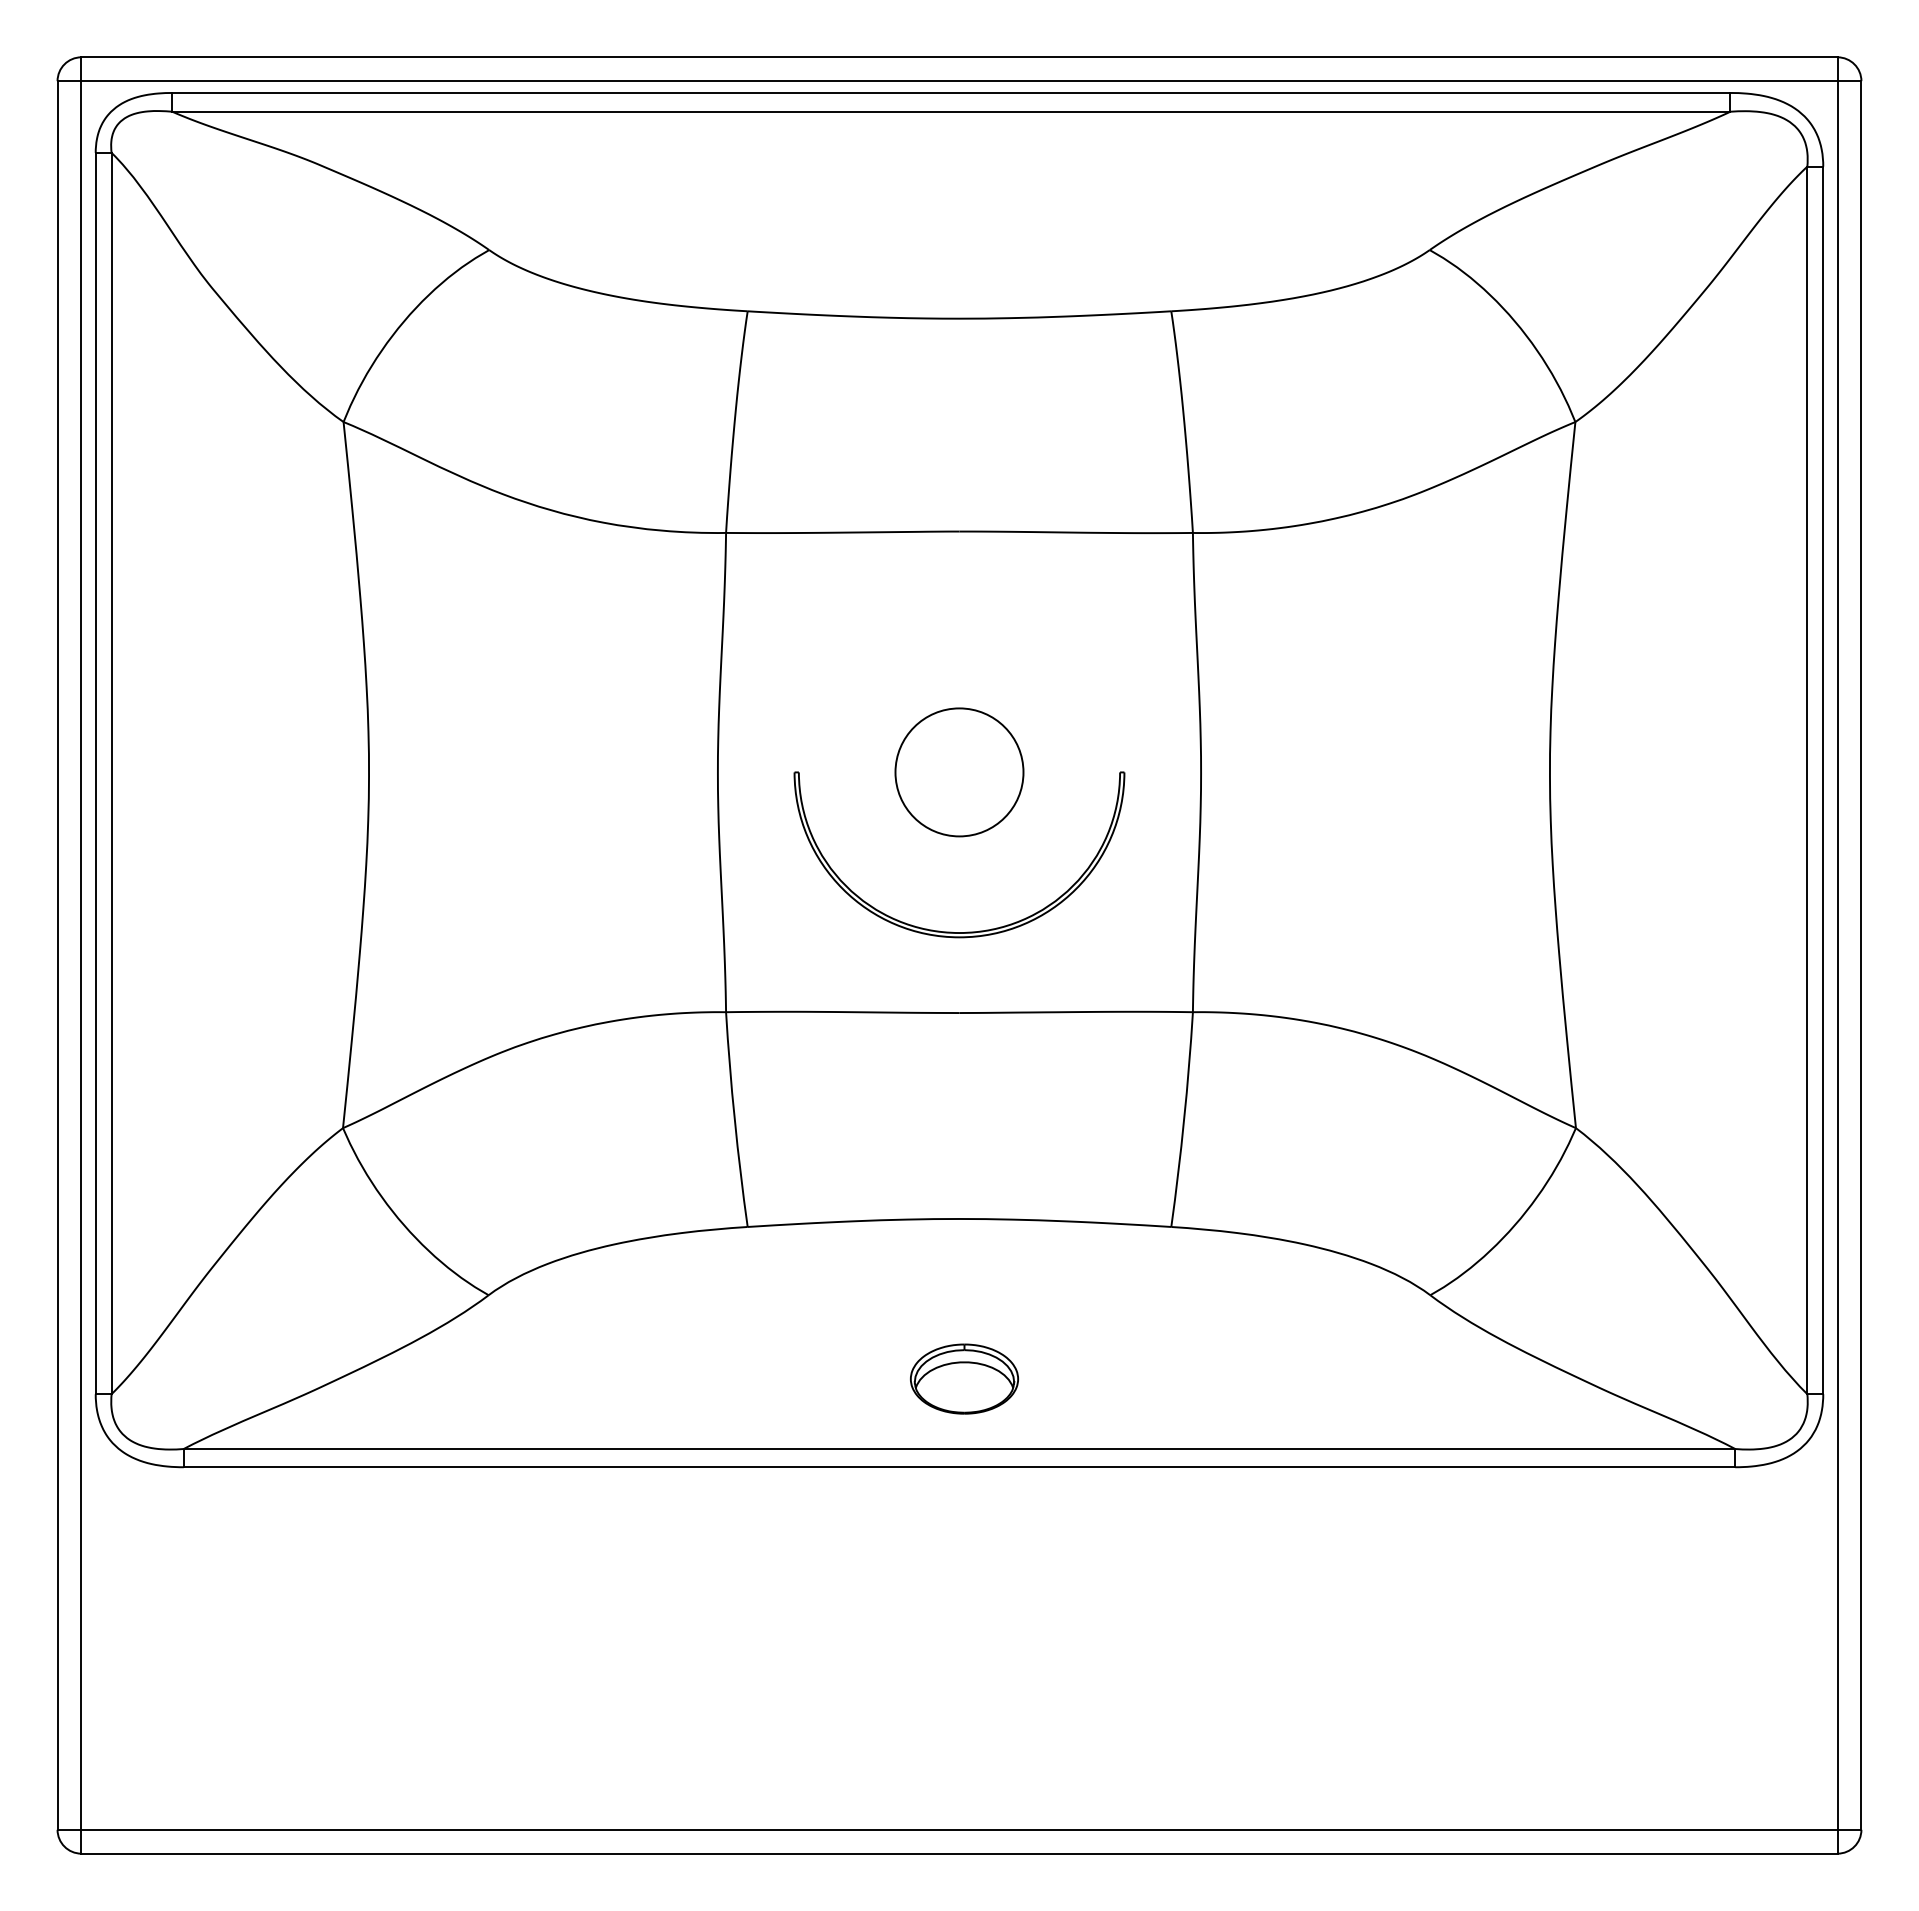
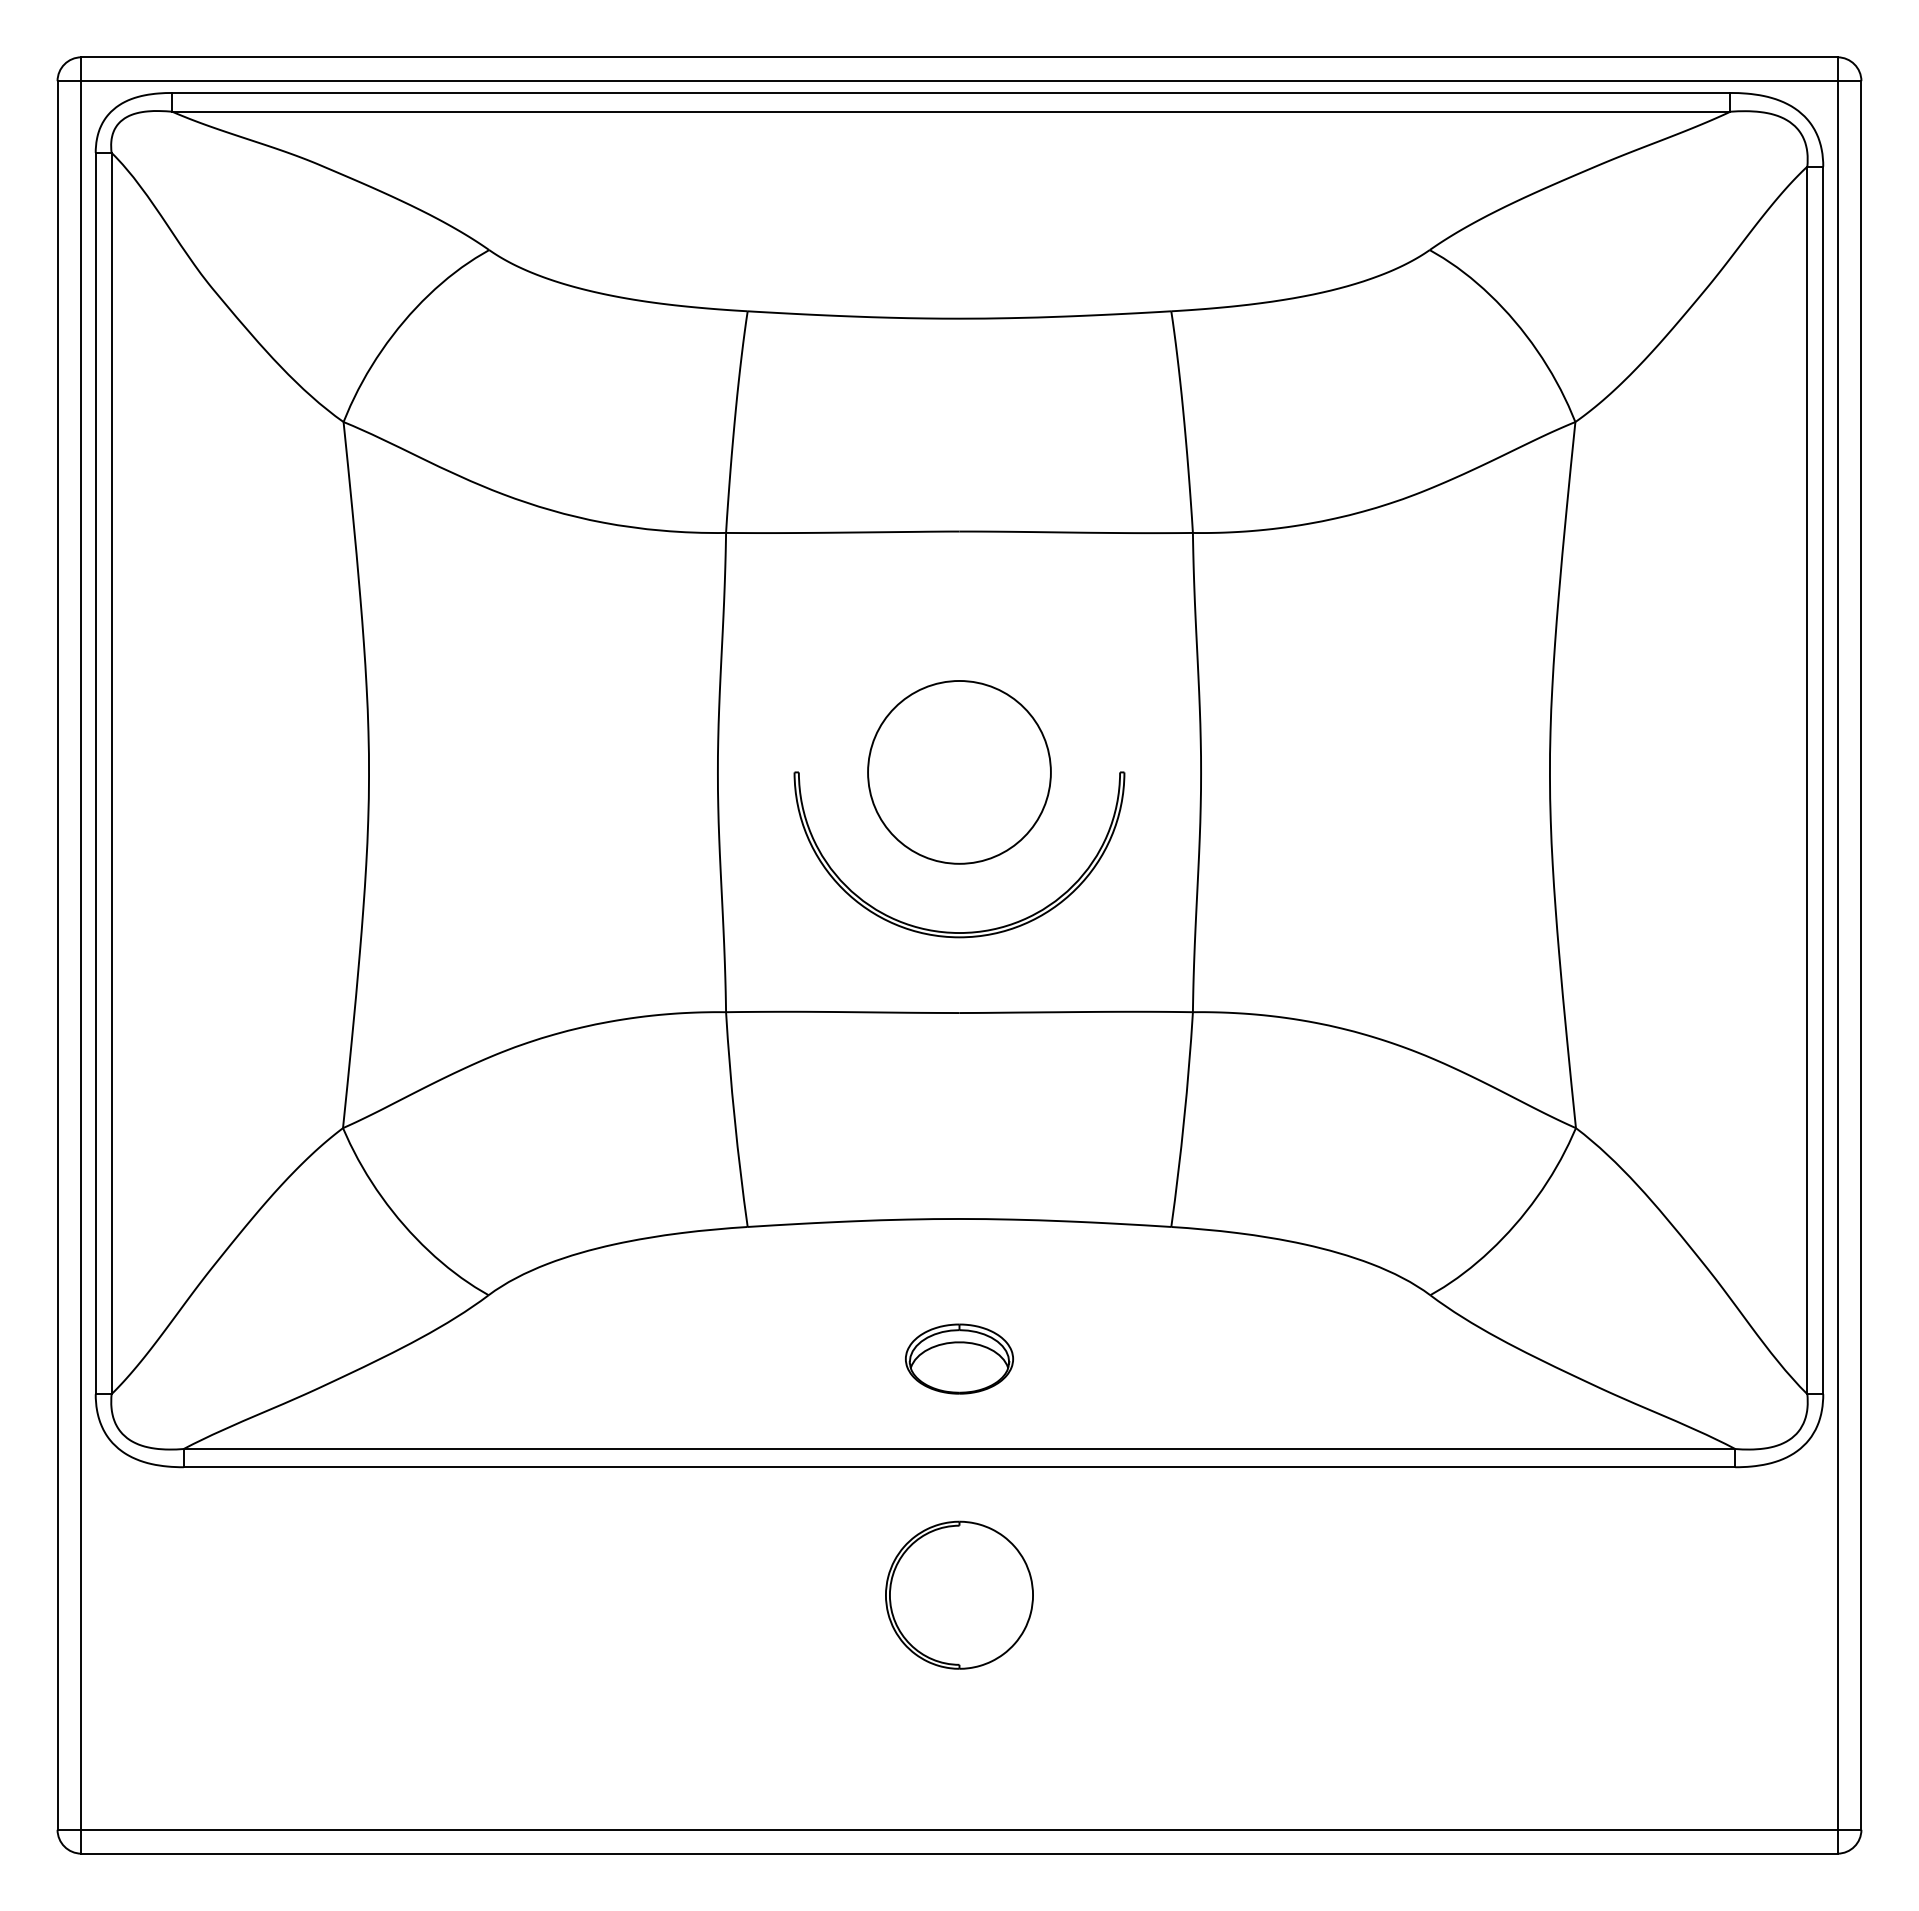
circle at (959, 772) diameter: 128 px -> 183 px
part at (964, 1378) position: (964, 1378) -> (959, 1358)
part at (959, 1594): none -> present
